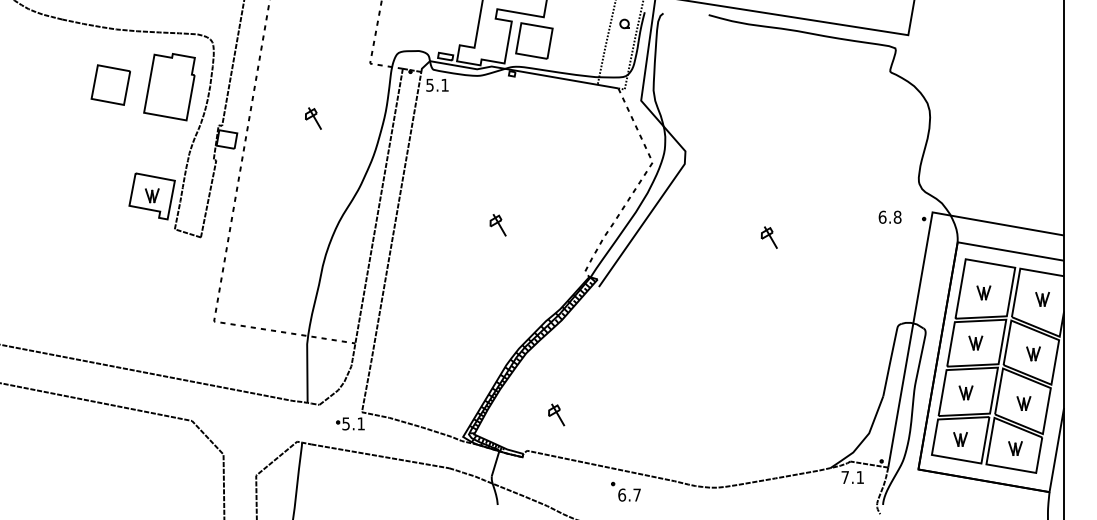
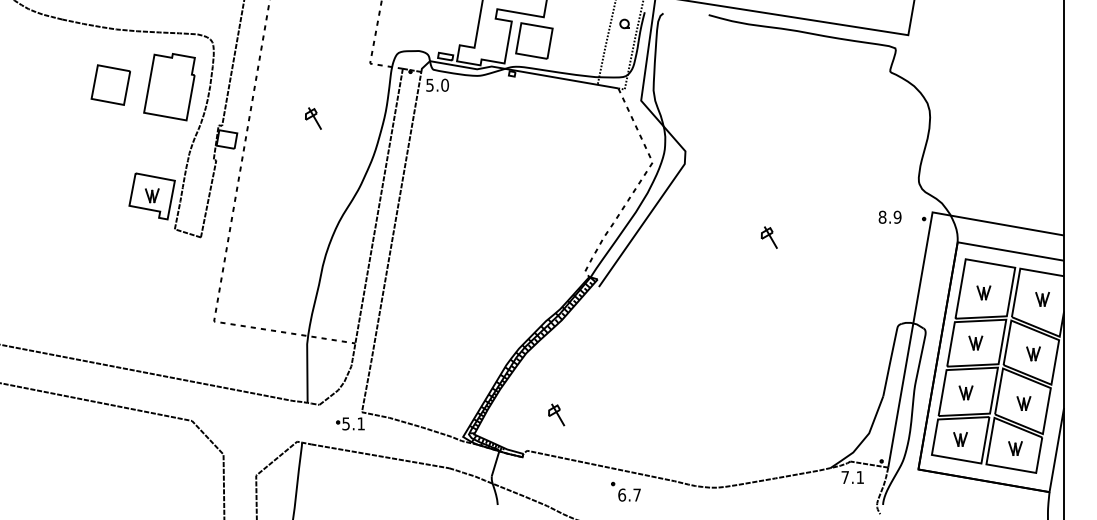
text at (444, 84): 5.1 -> 5.0
text at (889, 216): 6.8 -> 8.9
part at (497, 225): present -> none
